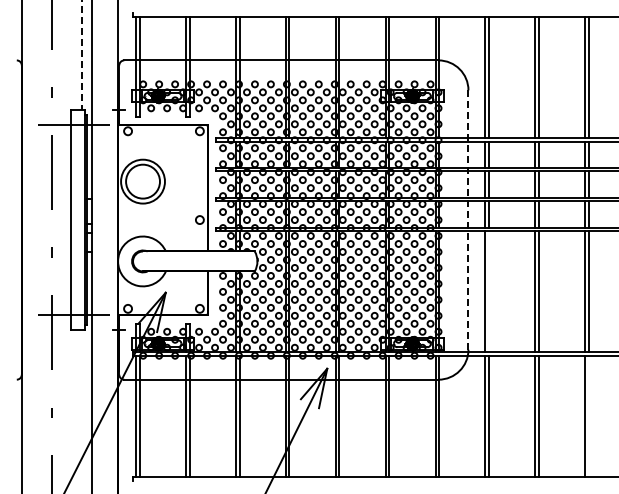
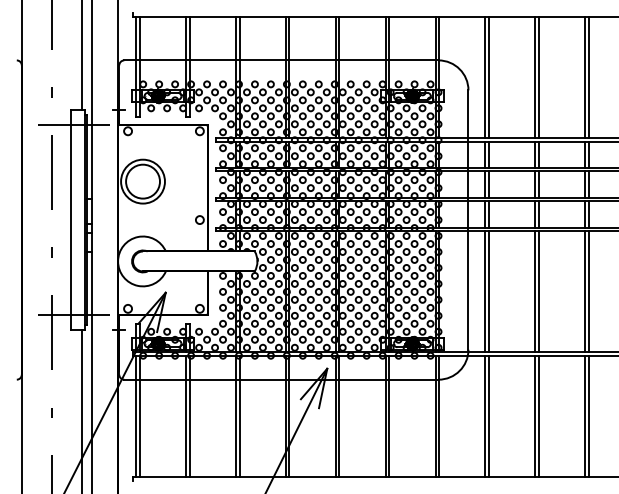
line at (82, 55): dashed -> solid
line at (468, 220): dashed -> solid
line at (489, 291): none -> present
line at (82, 409): none -> present
line at (588, 416): none -> present
